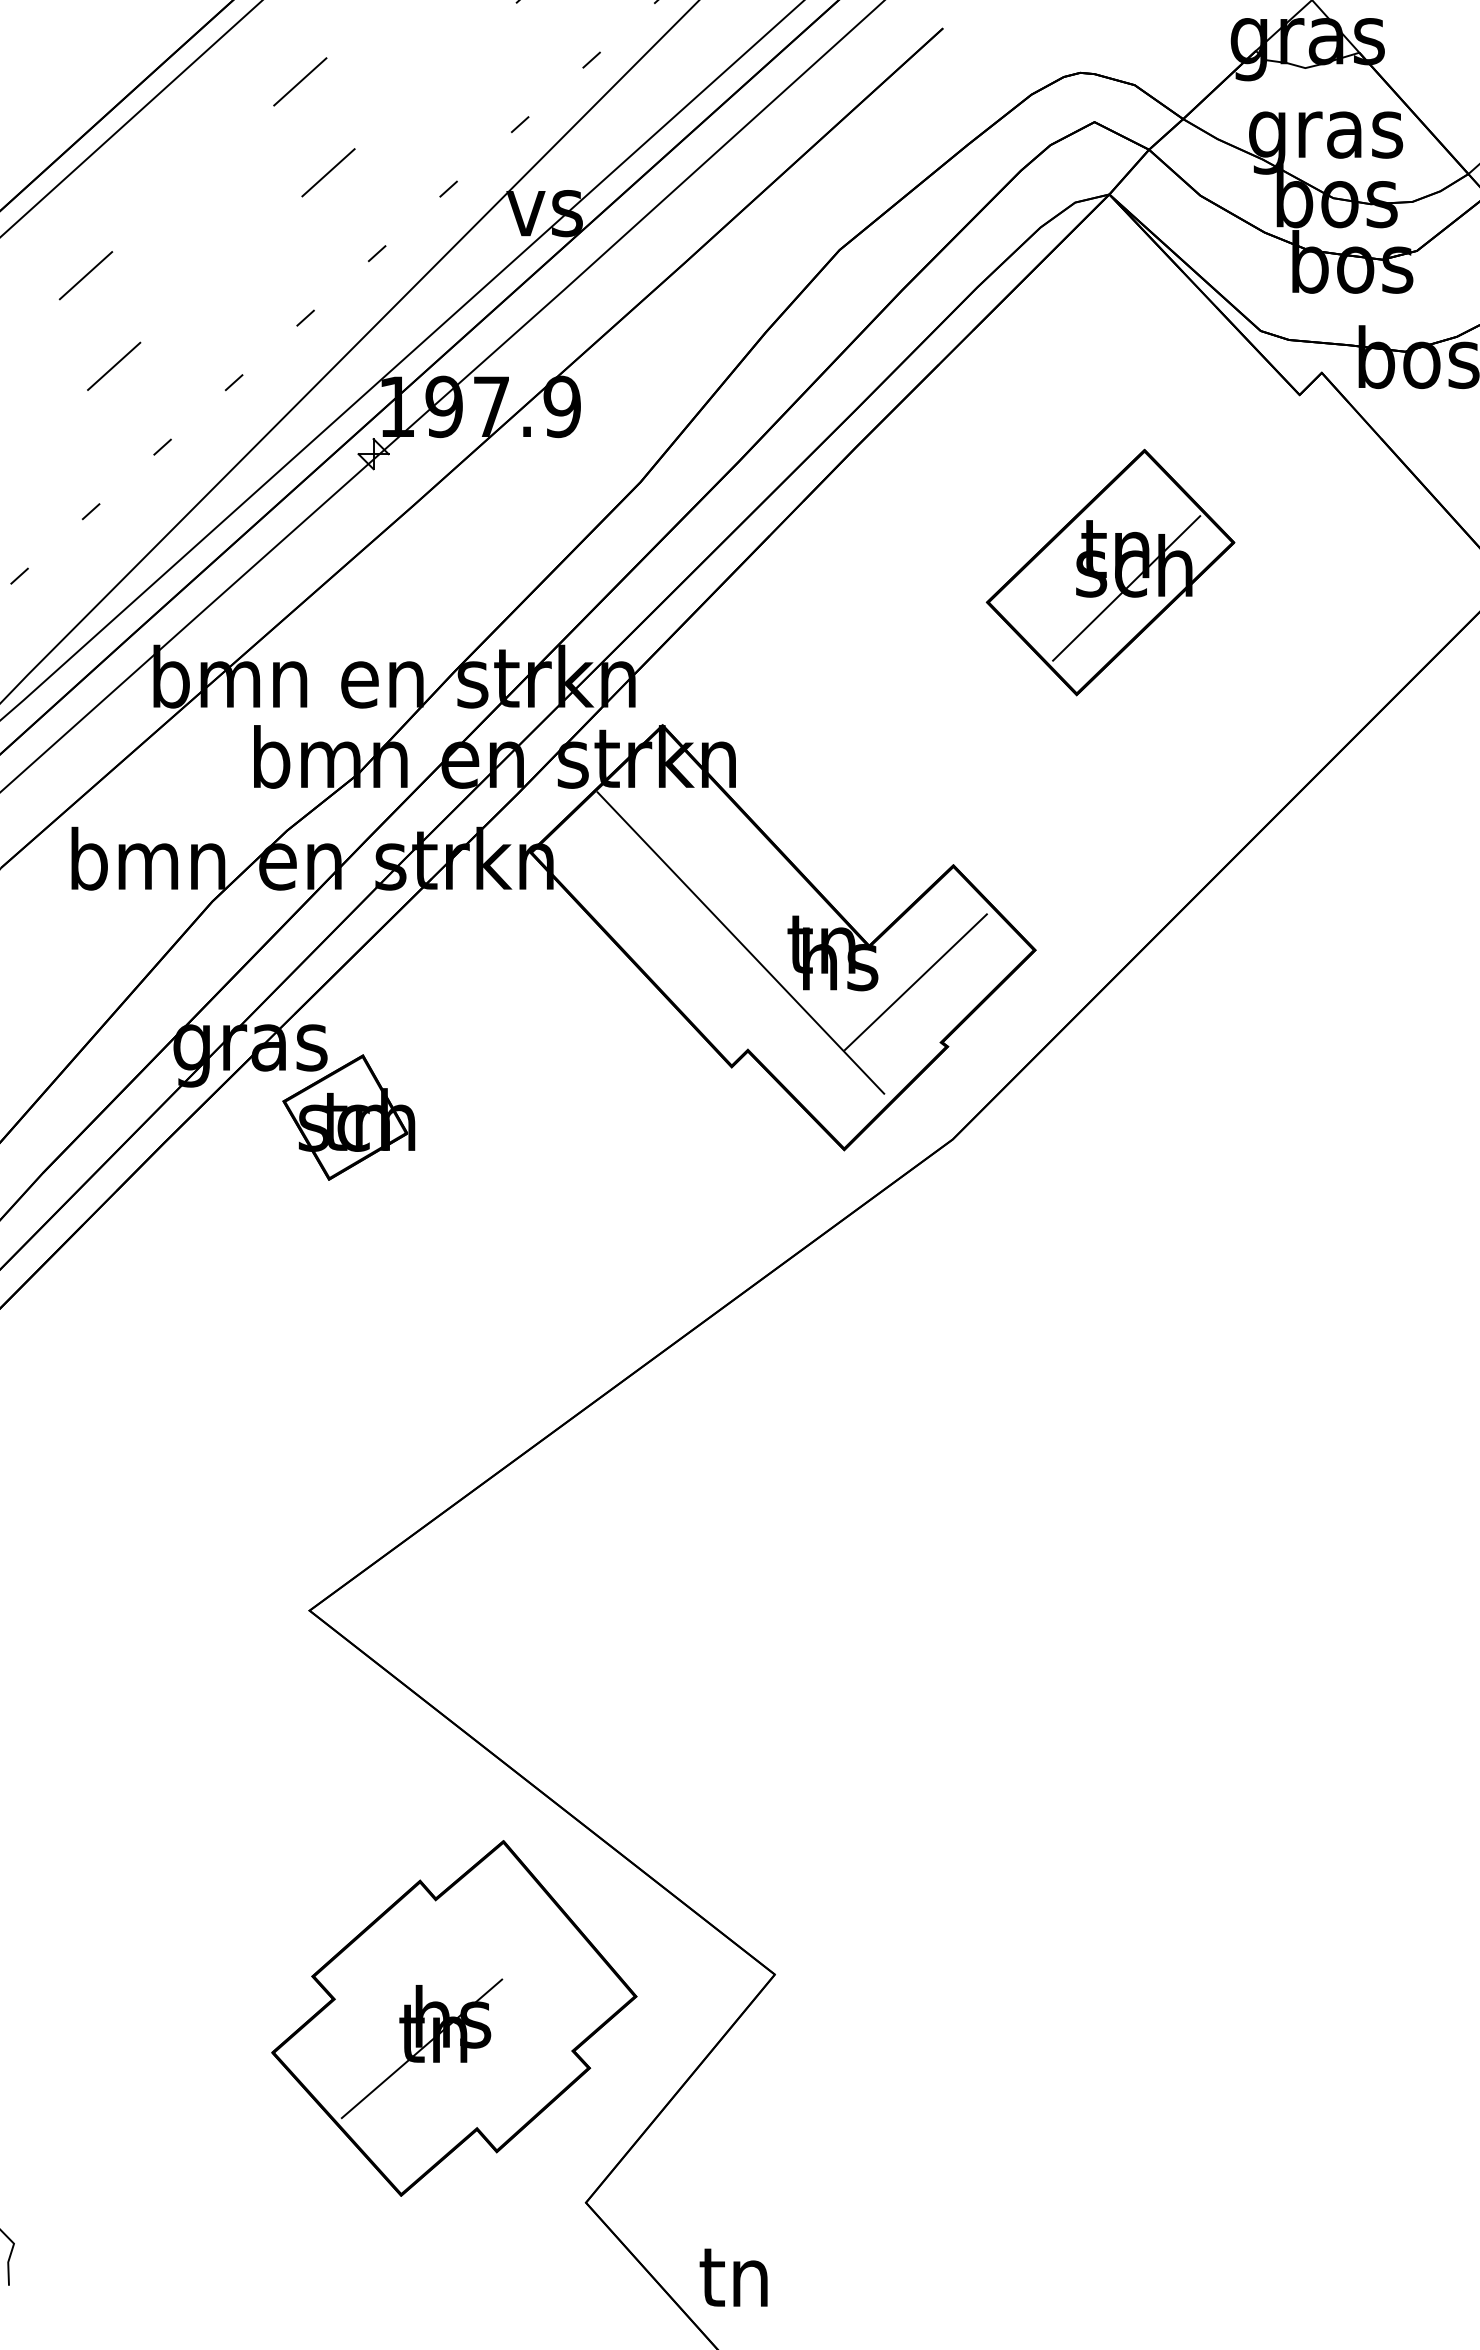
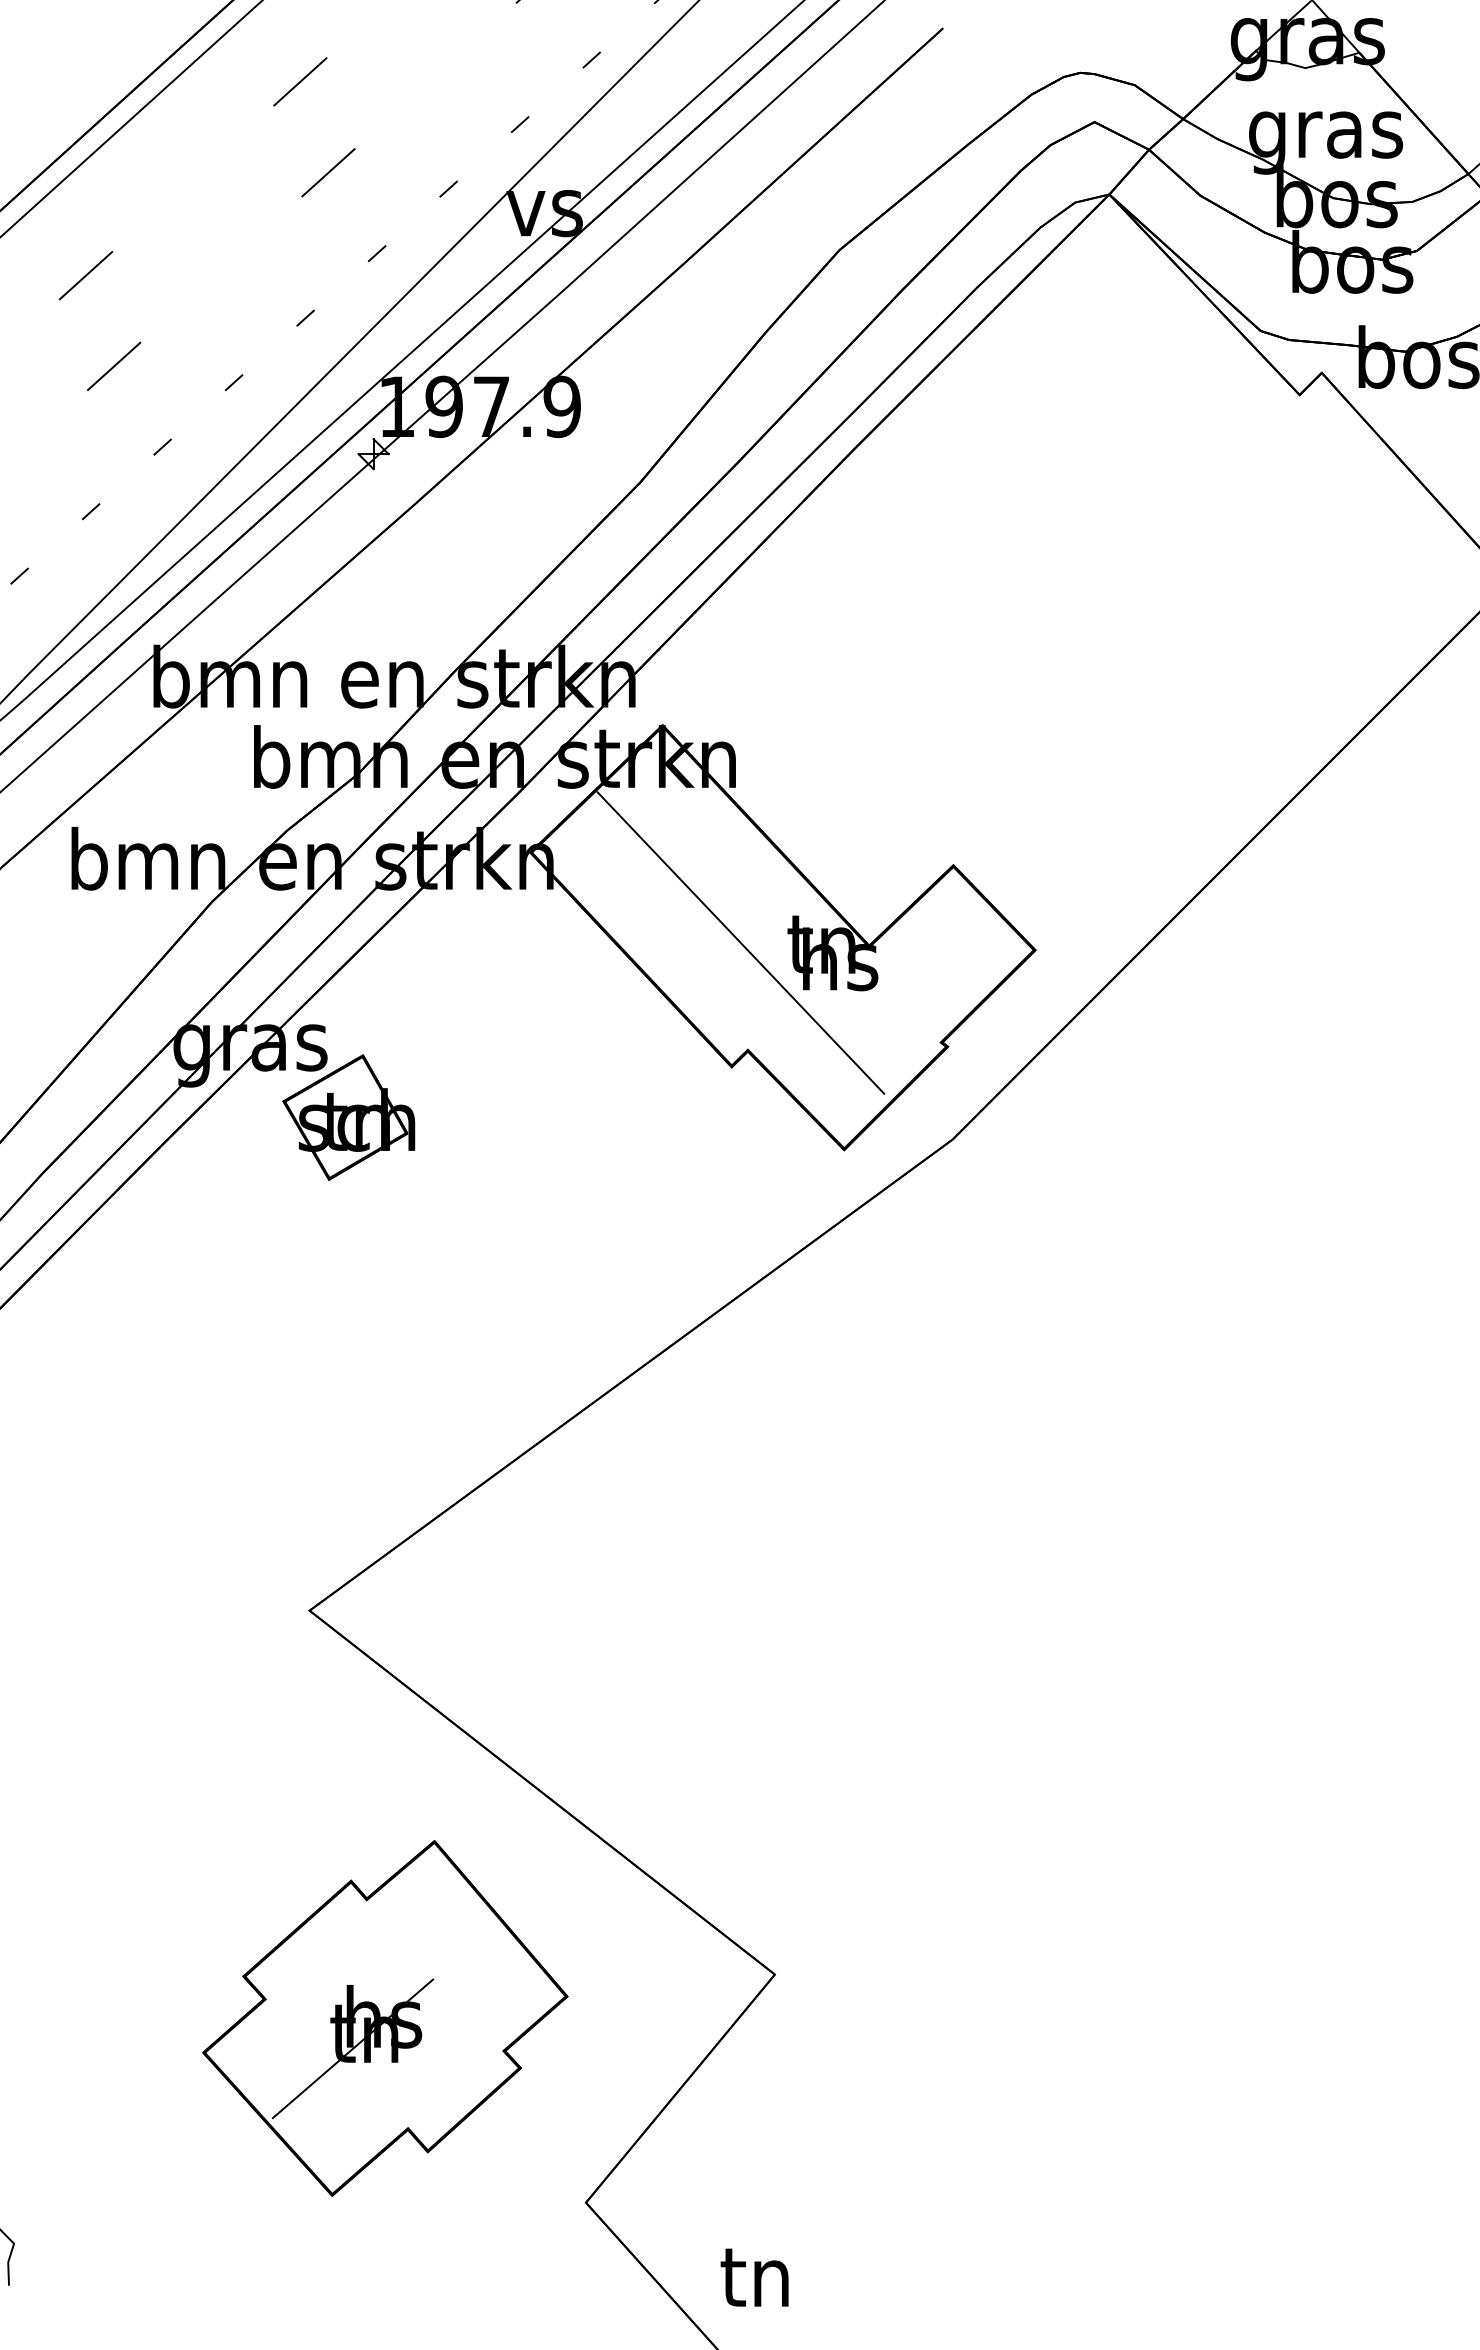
part at (1110, 572): present -> none
line at (915, 982): present -> none
part at (454, 2018) position: (454, 2018) -> (385, 2018)
text at (733, 2277) position: (733, 2277) -> (754, 2277)
